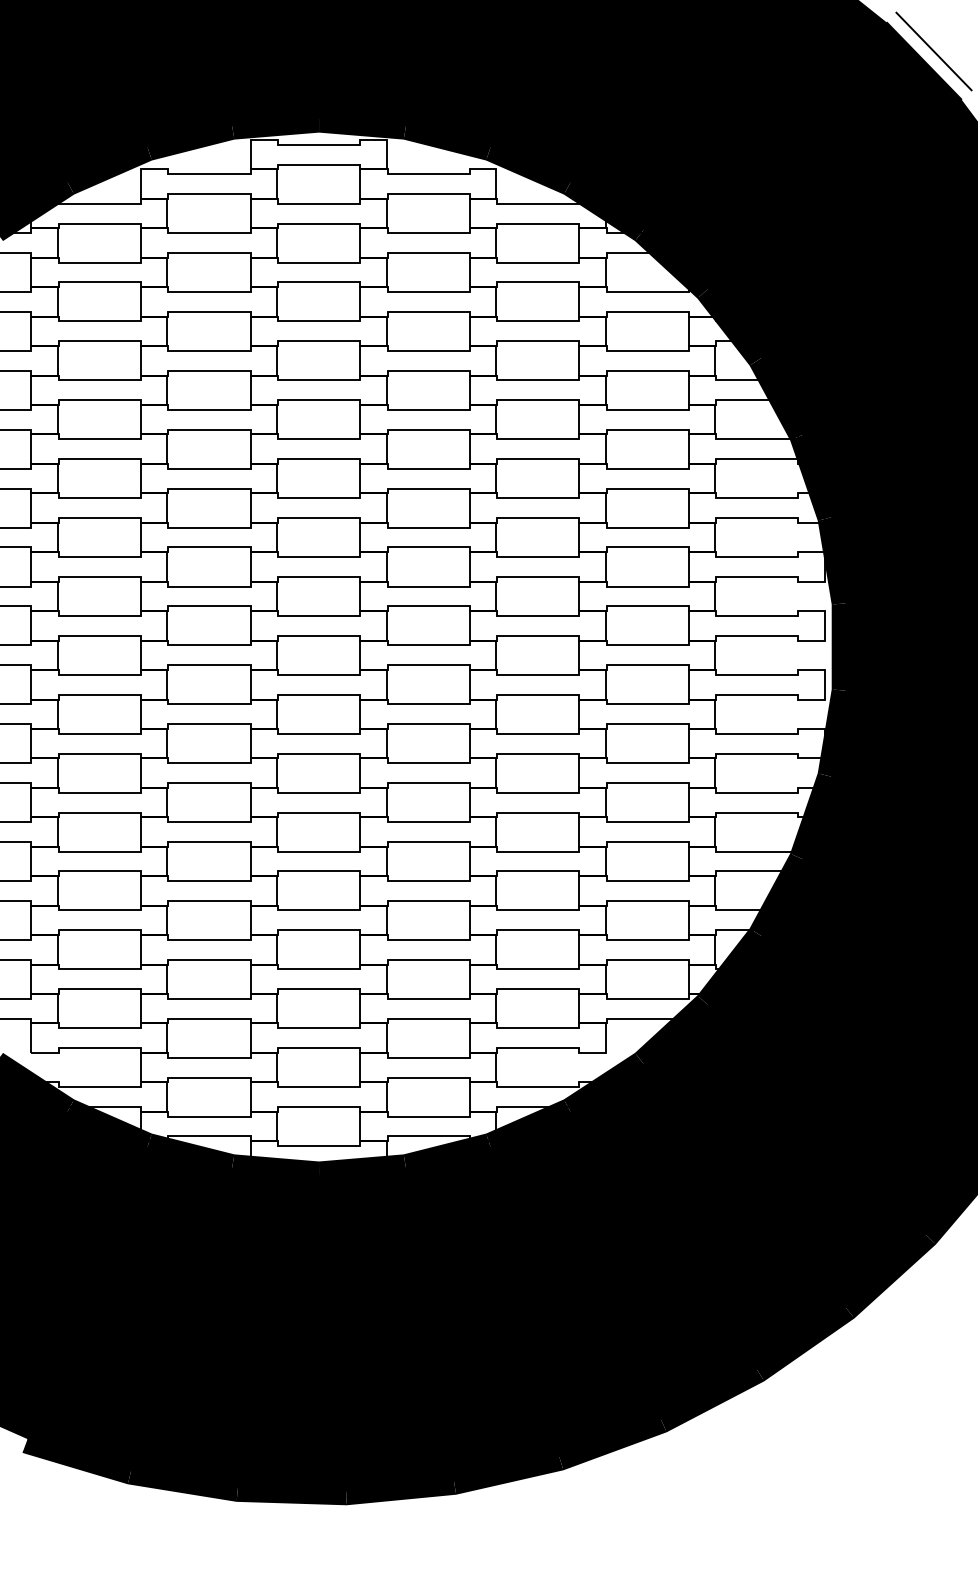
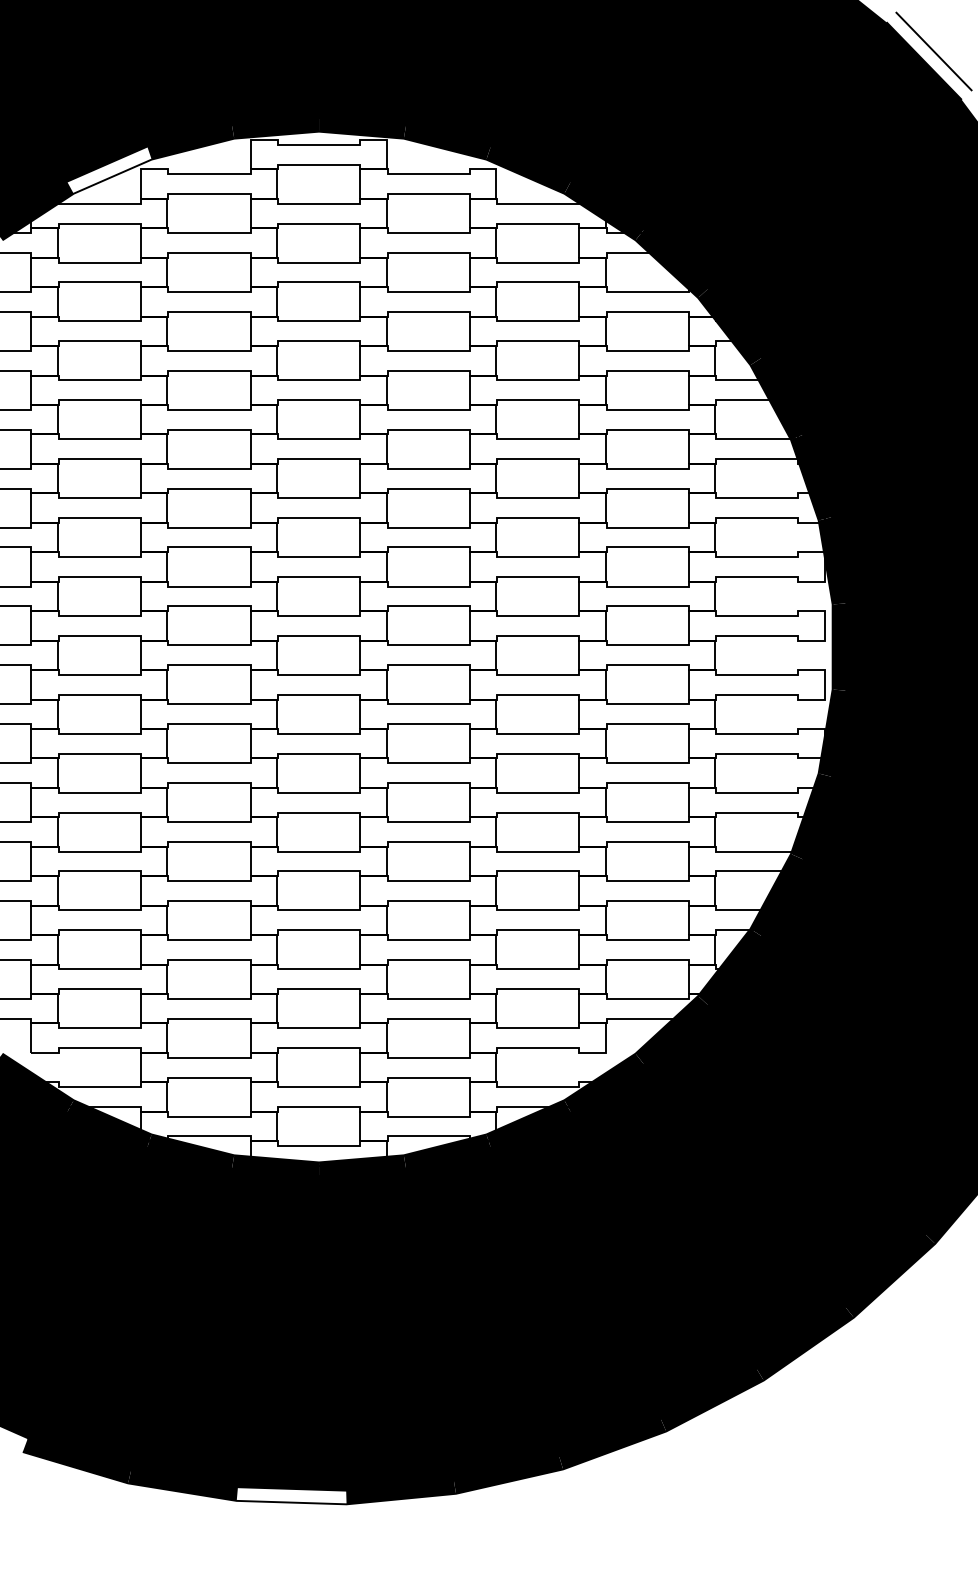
fill at (109, 169): present -> none
fill at (291, 1495): present -> none
